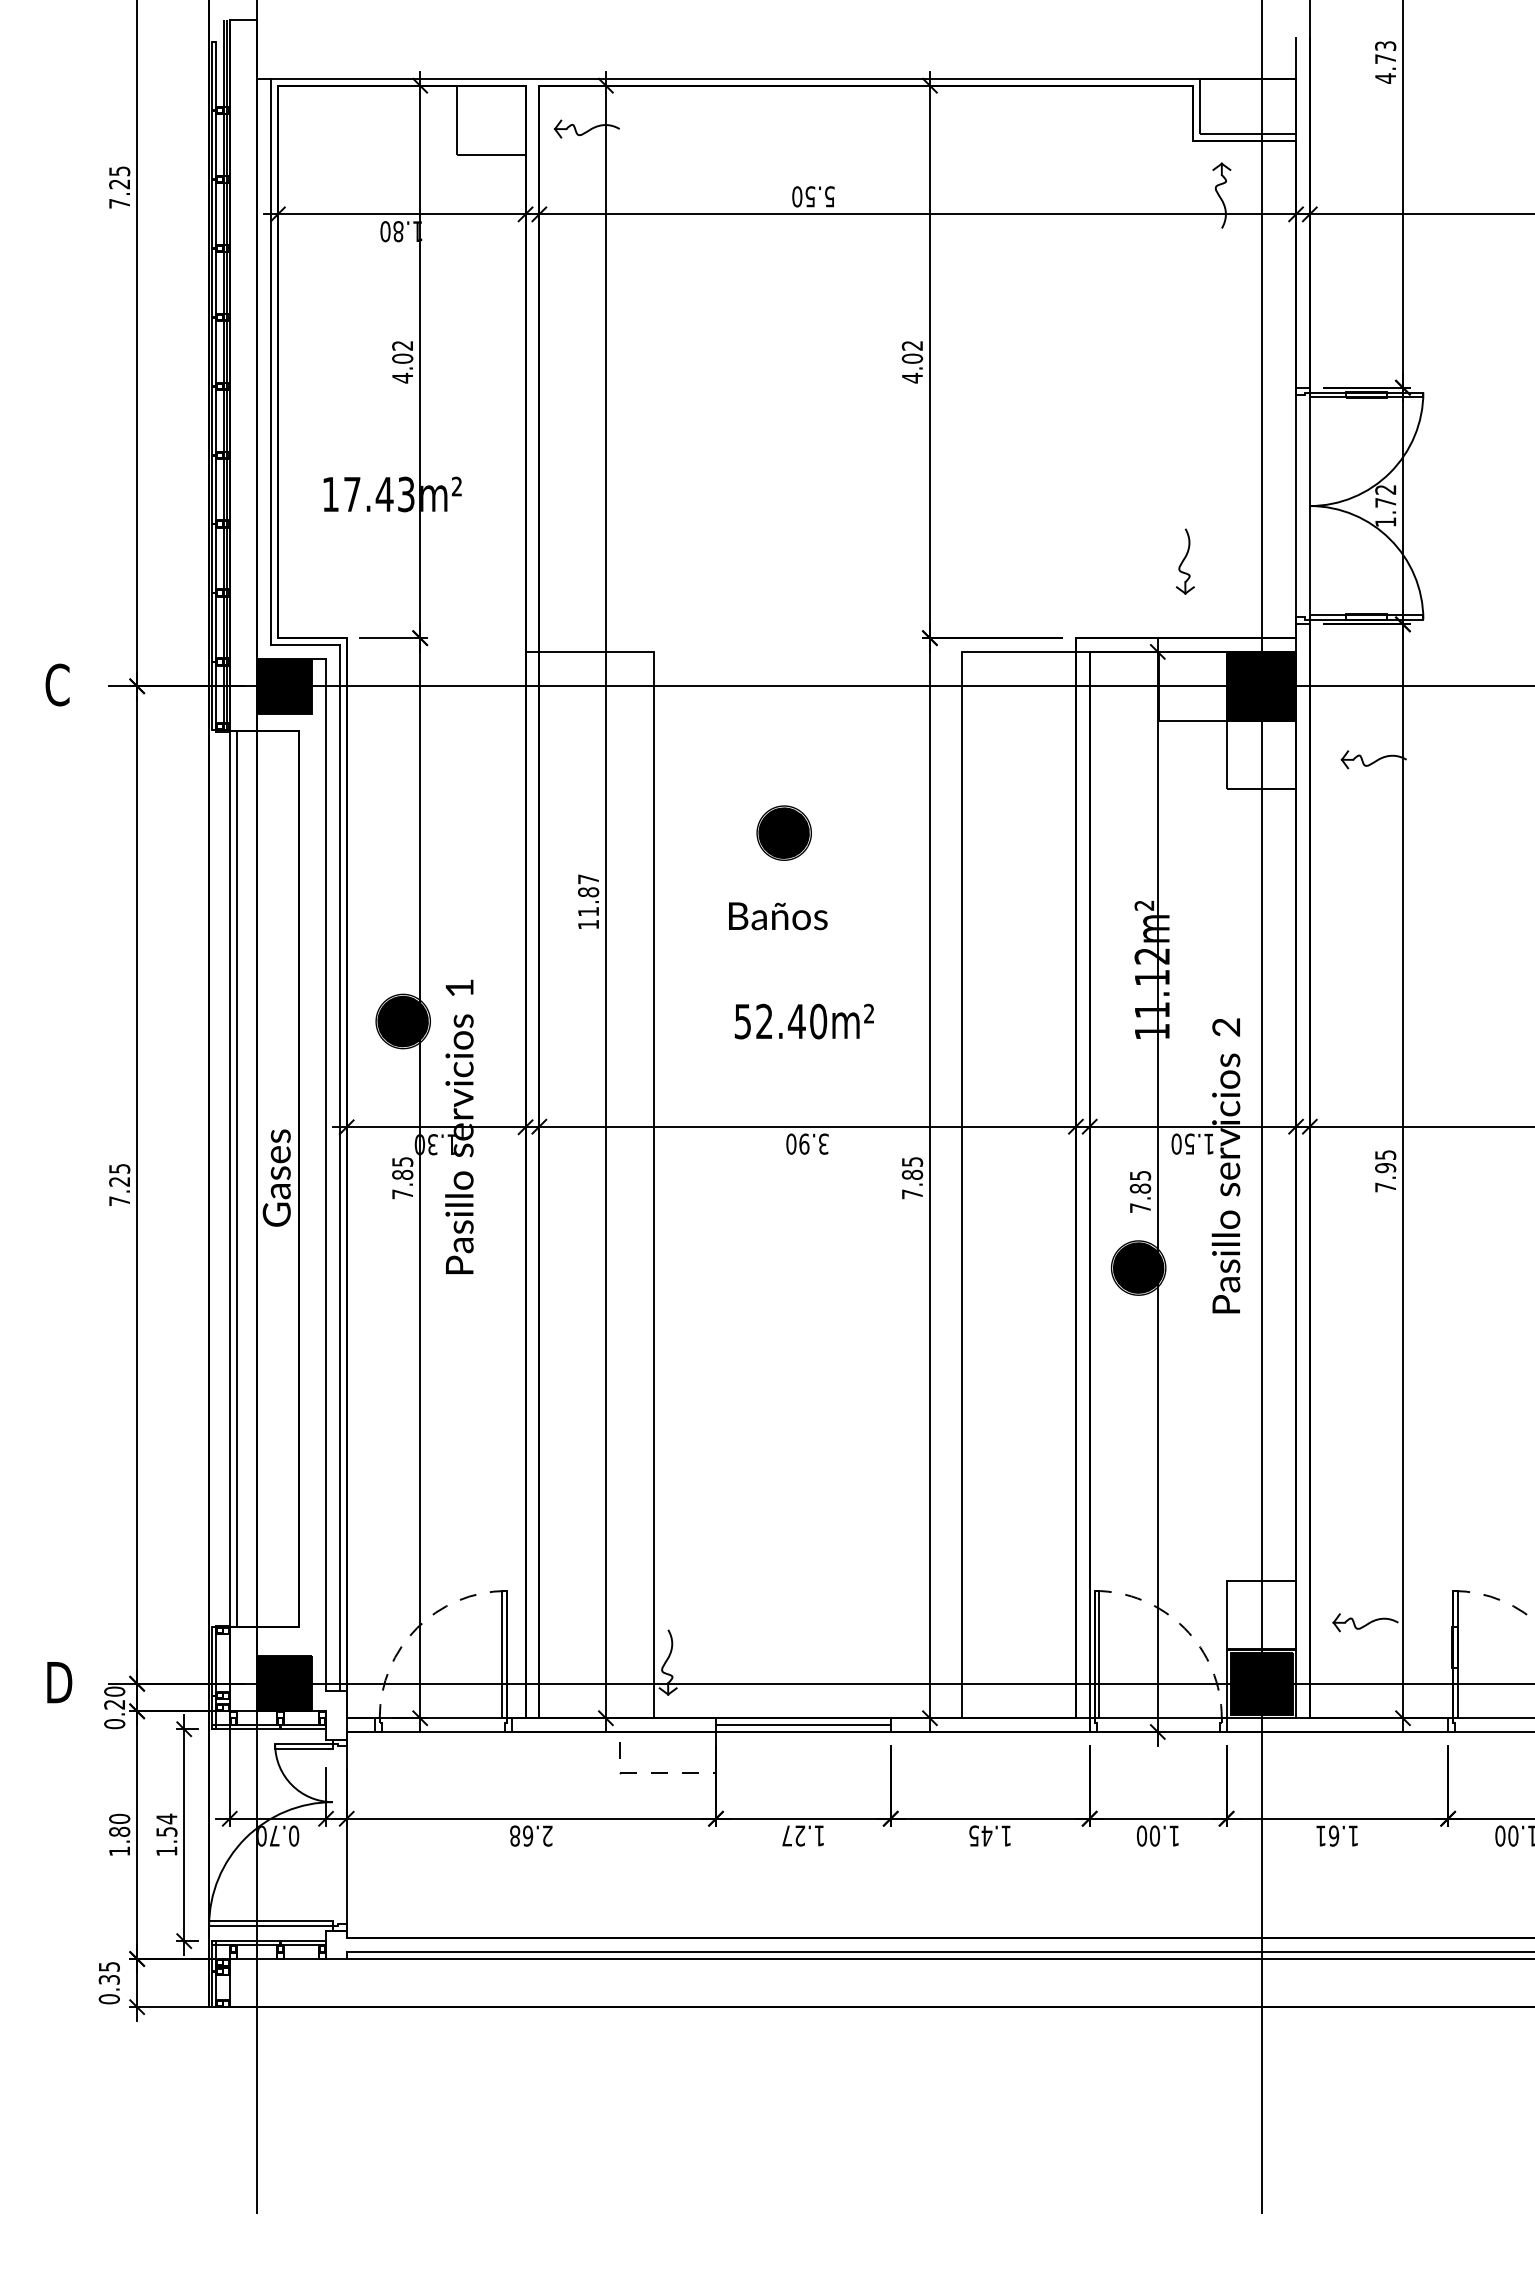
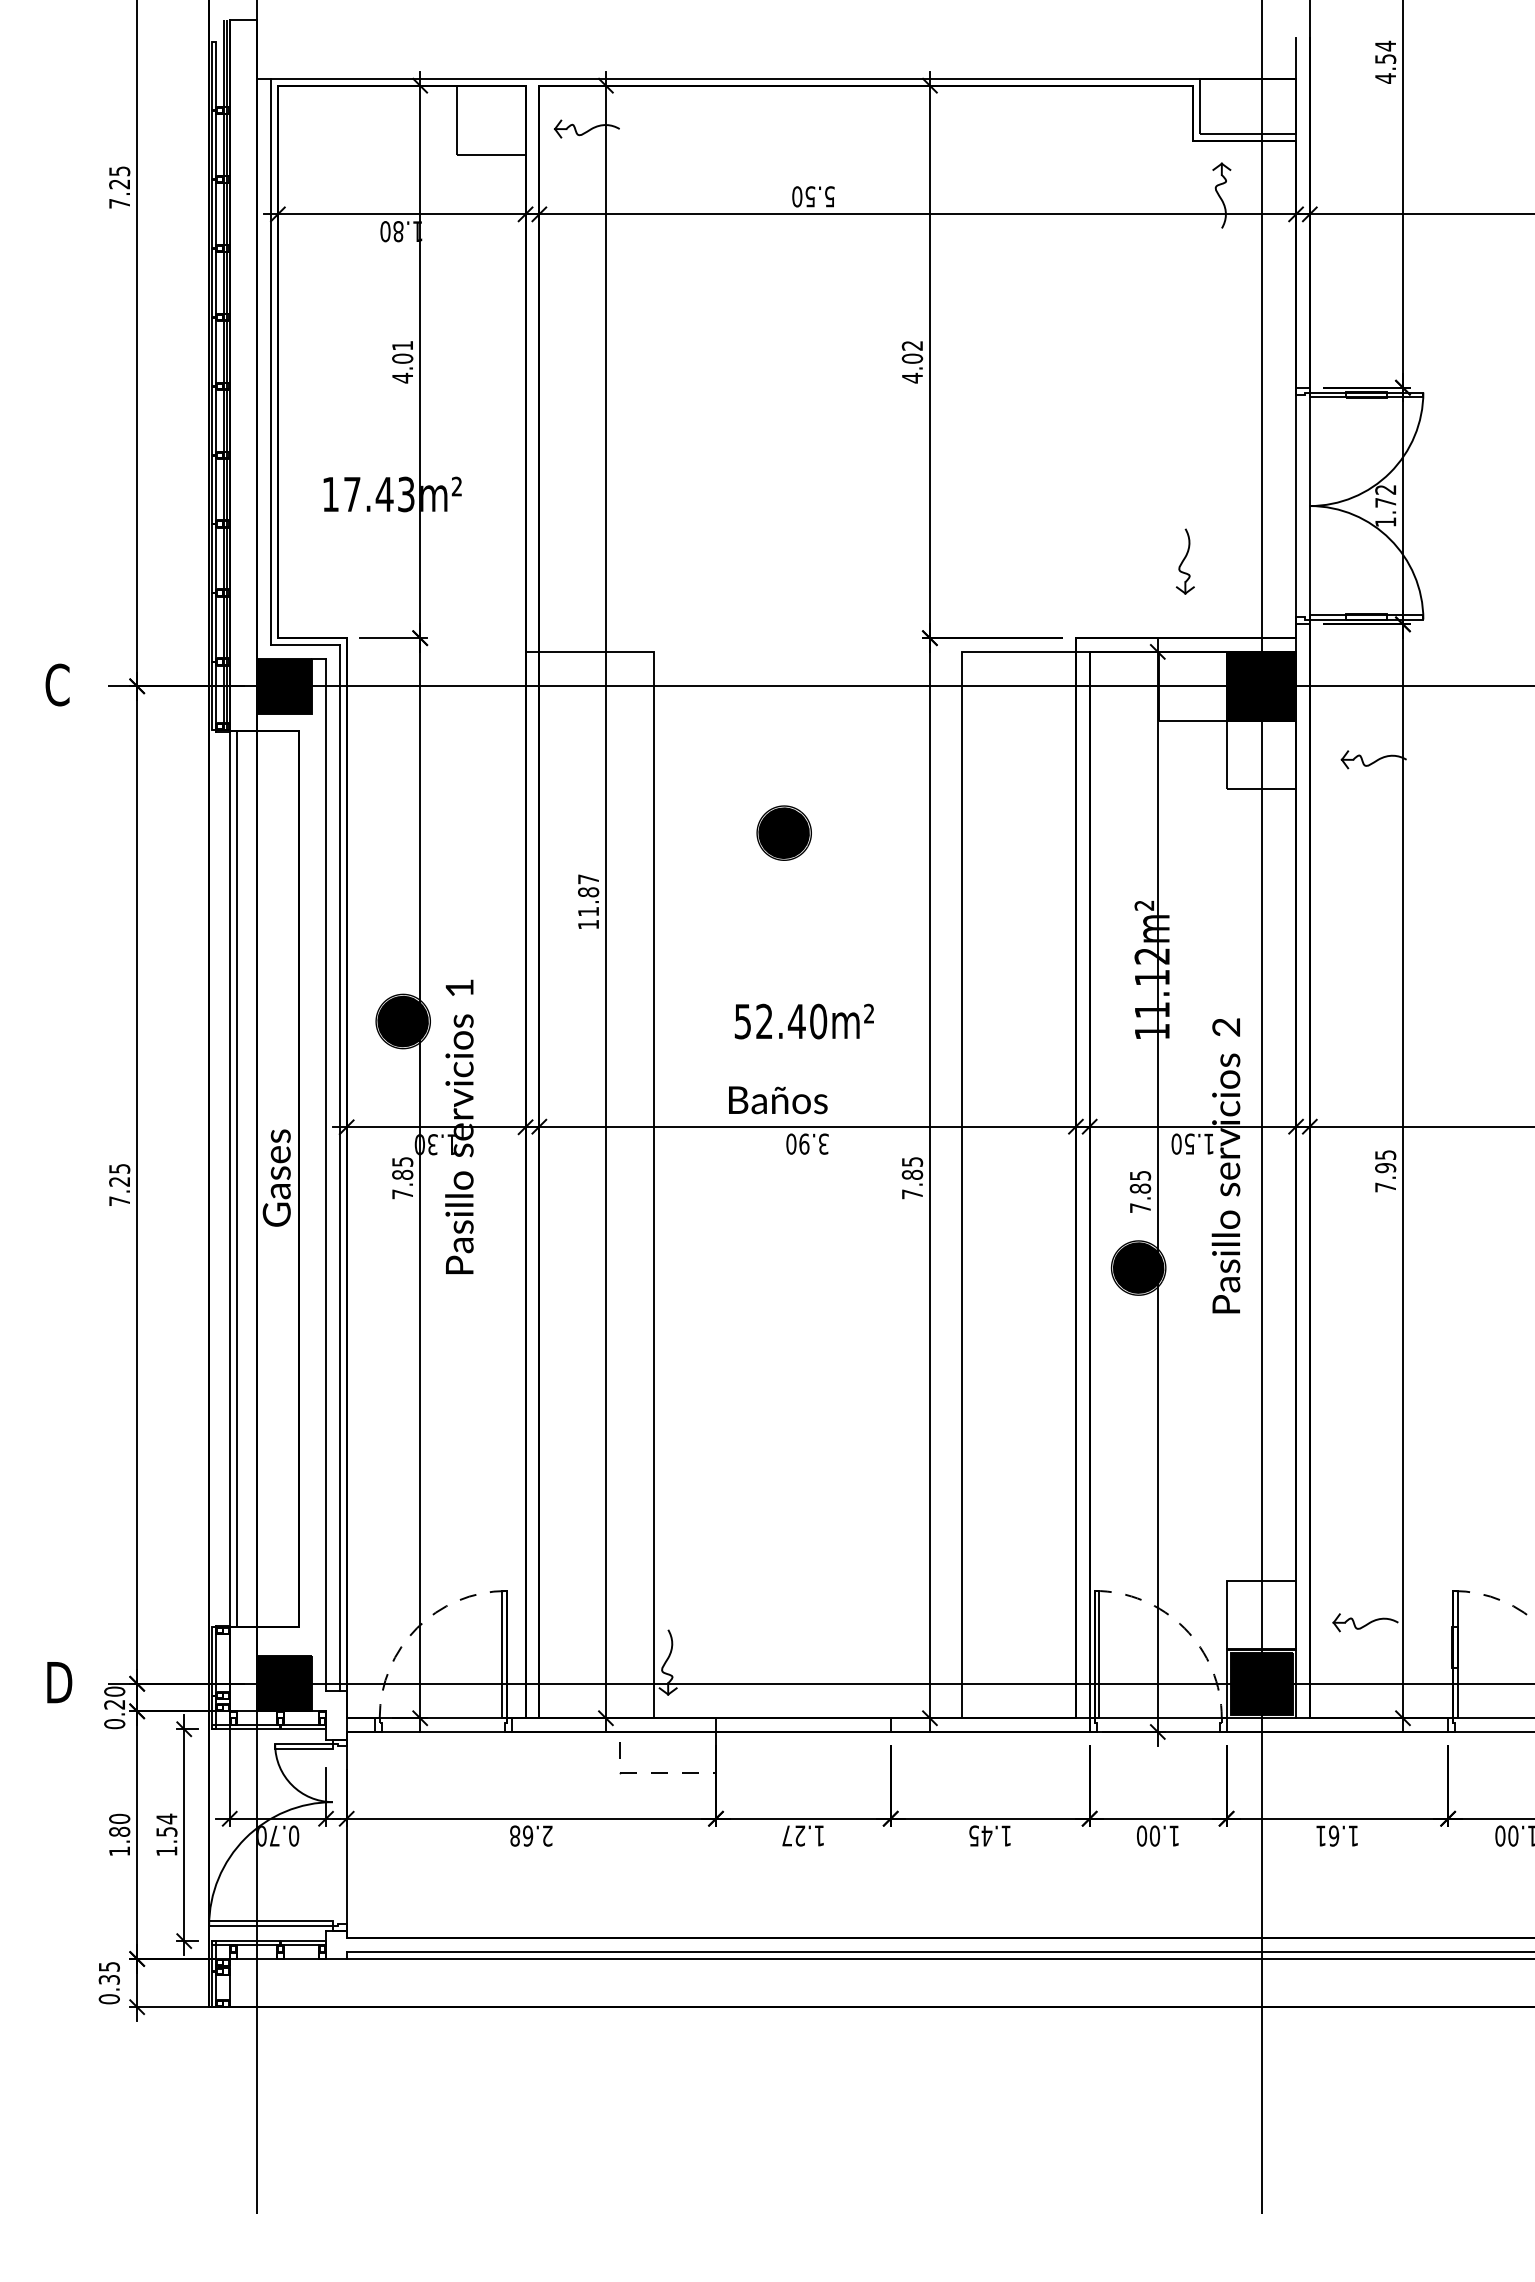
text at (1385, 51): 4.73 -> 4.54
text at (402, 345): 4.02 -> 4.01
text at (778, 916) position: (778, 916) -> (778, 1100)
line at (803, 1725): present -> none
